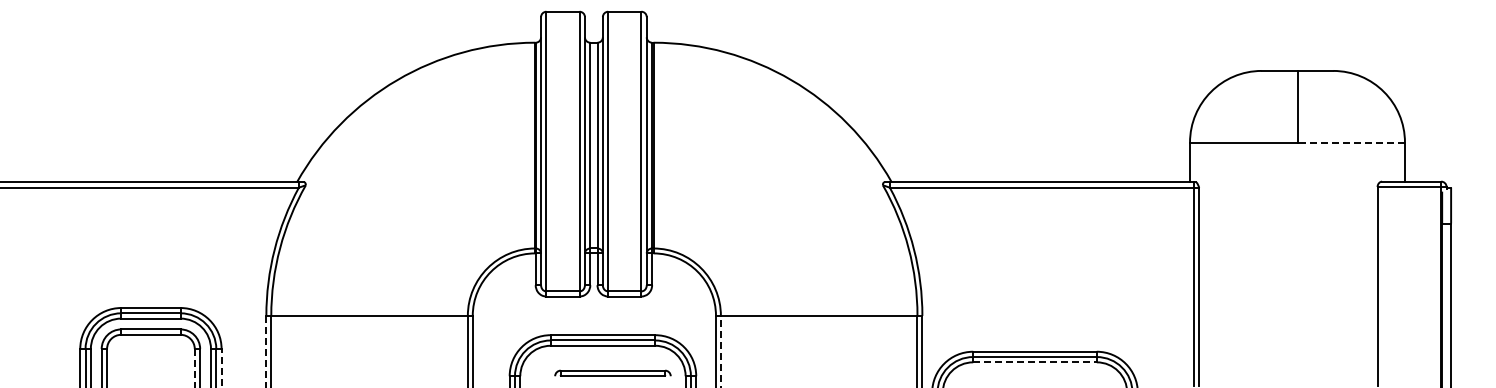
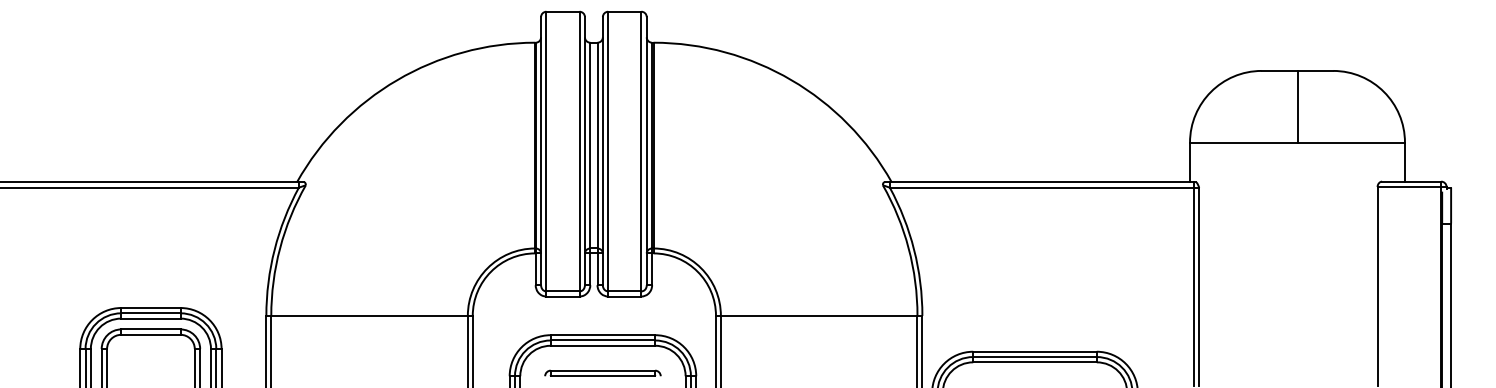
line at (1351, 142): dashed -> solid
line at (266, 351): dashed -> solid
line at (720, 351): dashed -> solid
line at (1035, 362): dashed -> solid
line at (194, 368): dashed -> solid
line at (221, 368): dashed -> solid
part at (612, 372) position: (612, 372) -> (602, 372)
